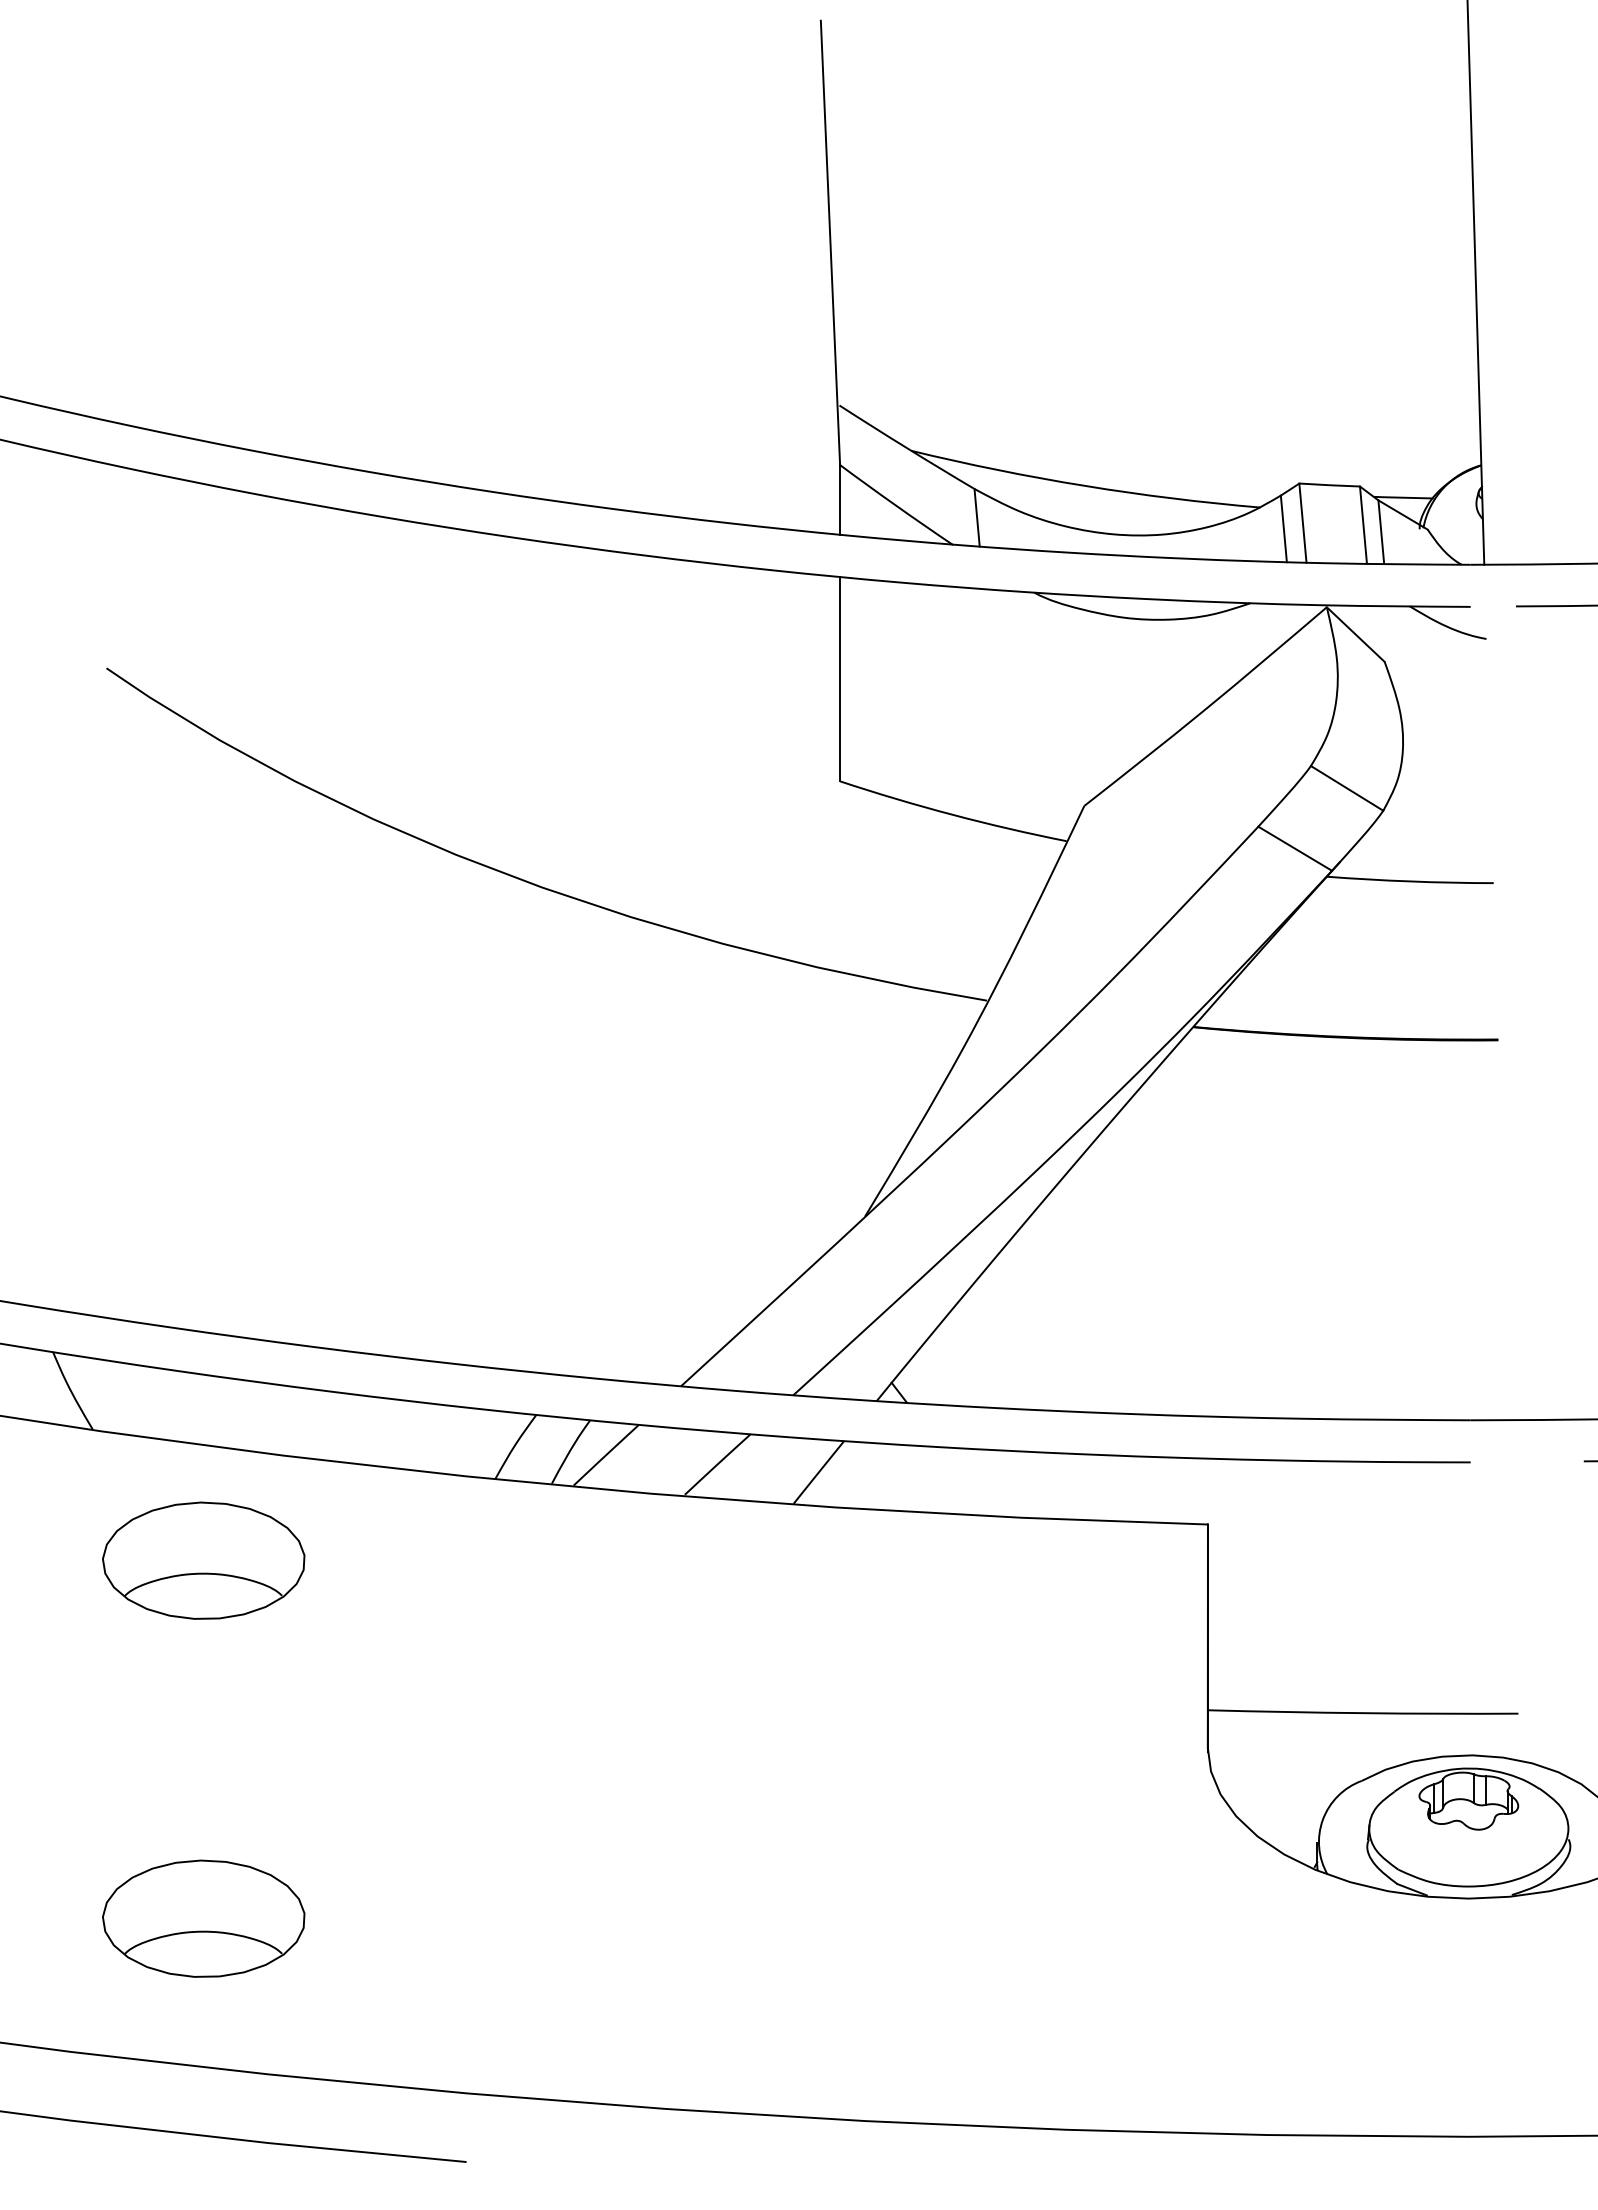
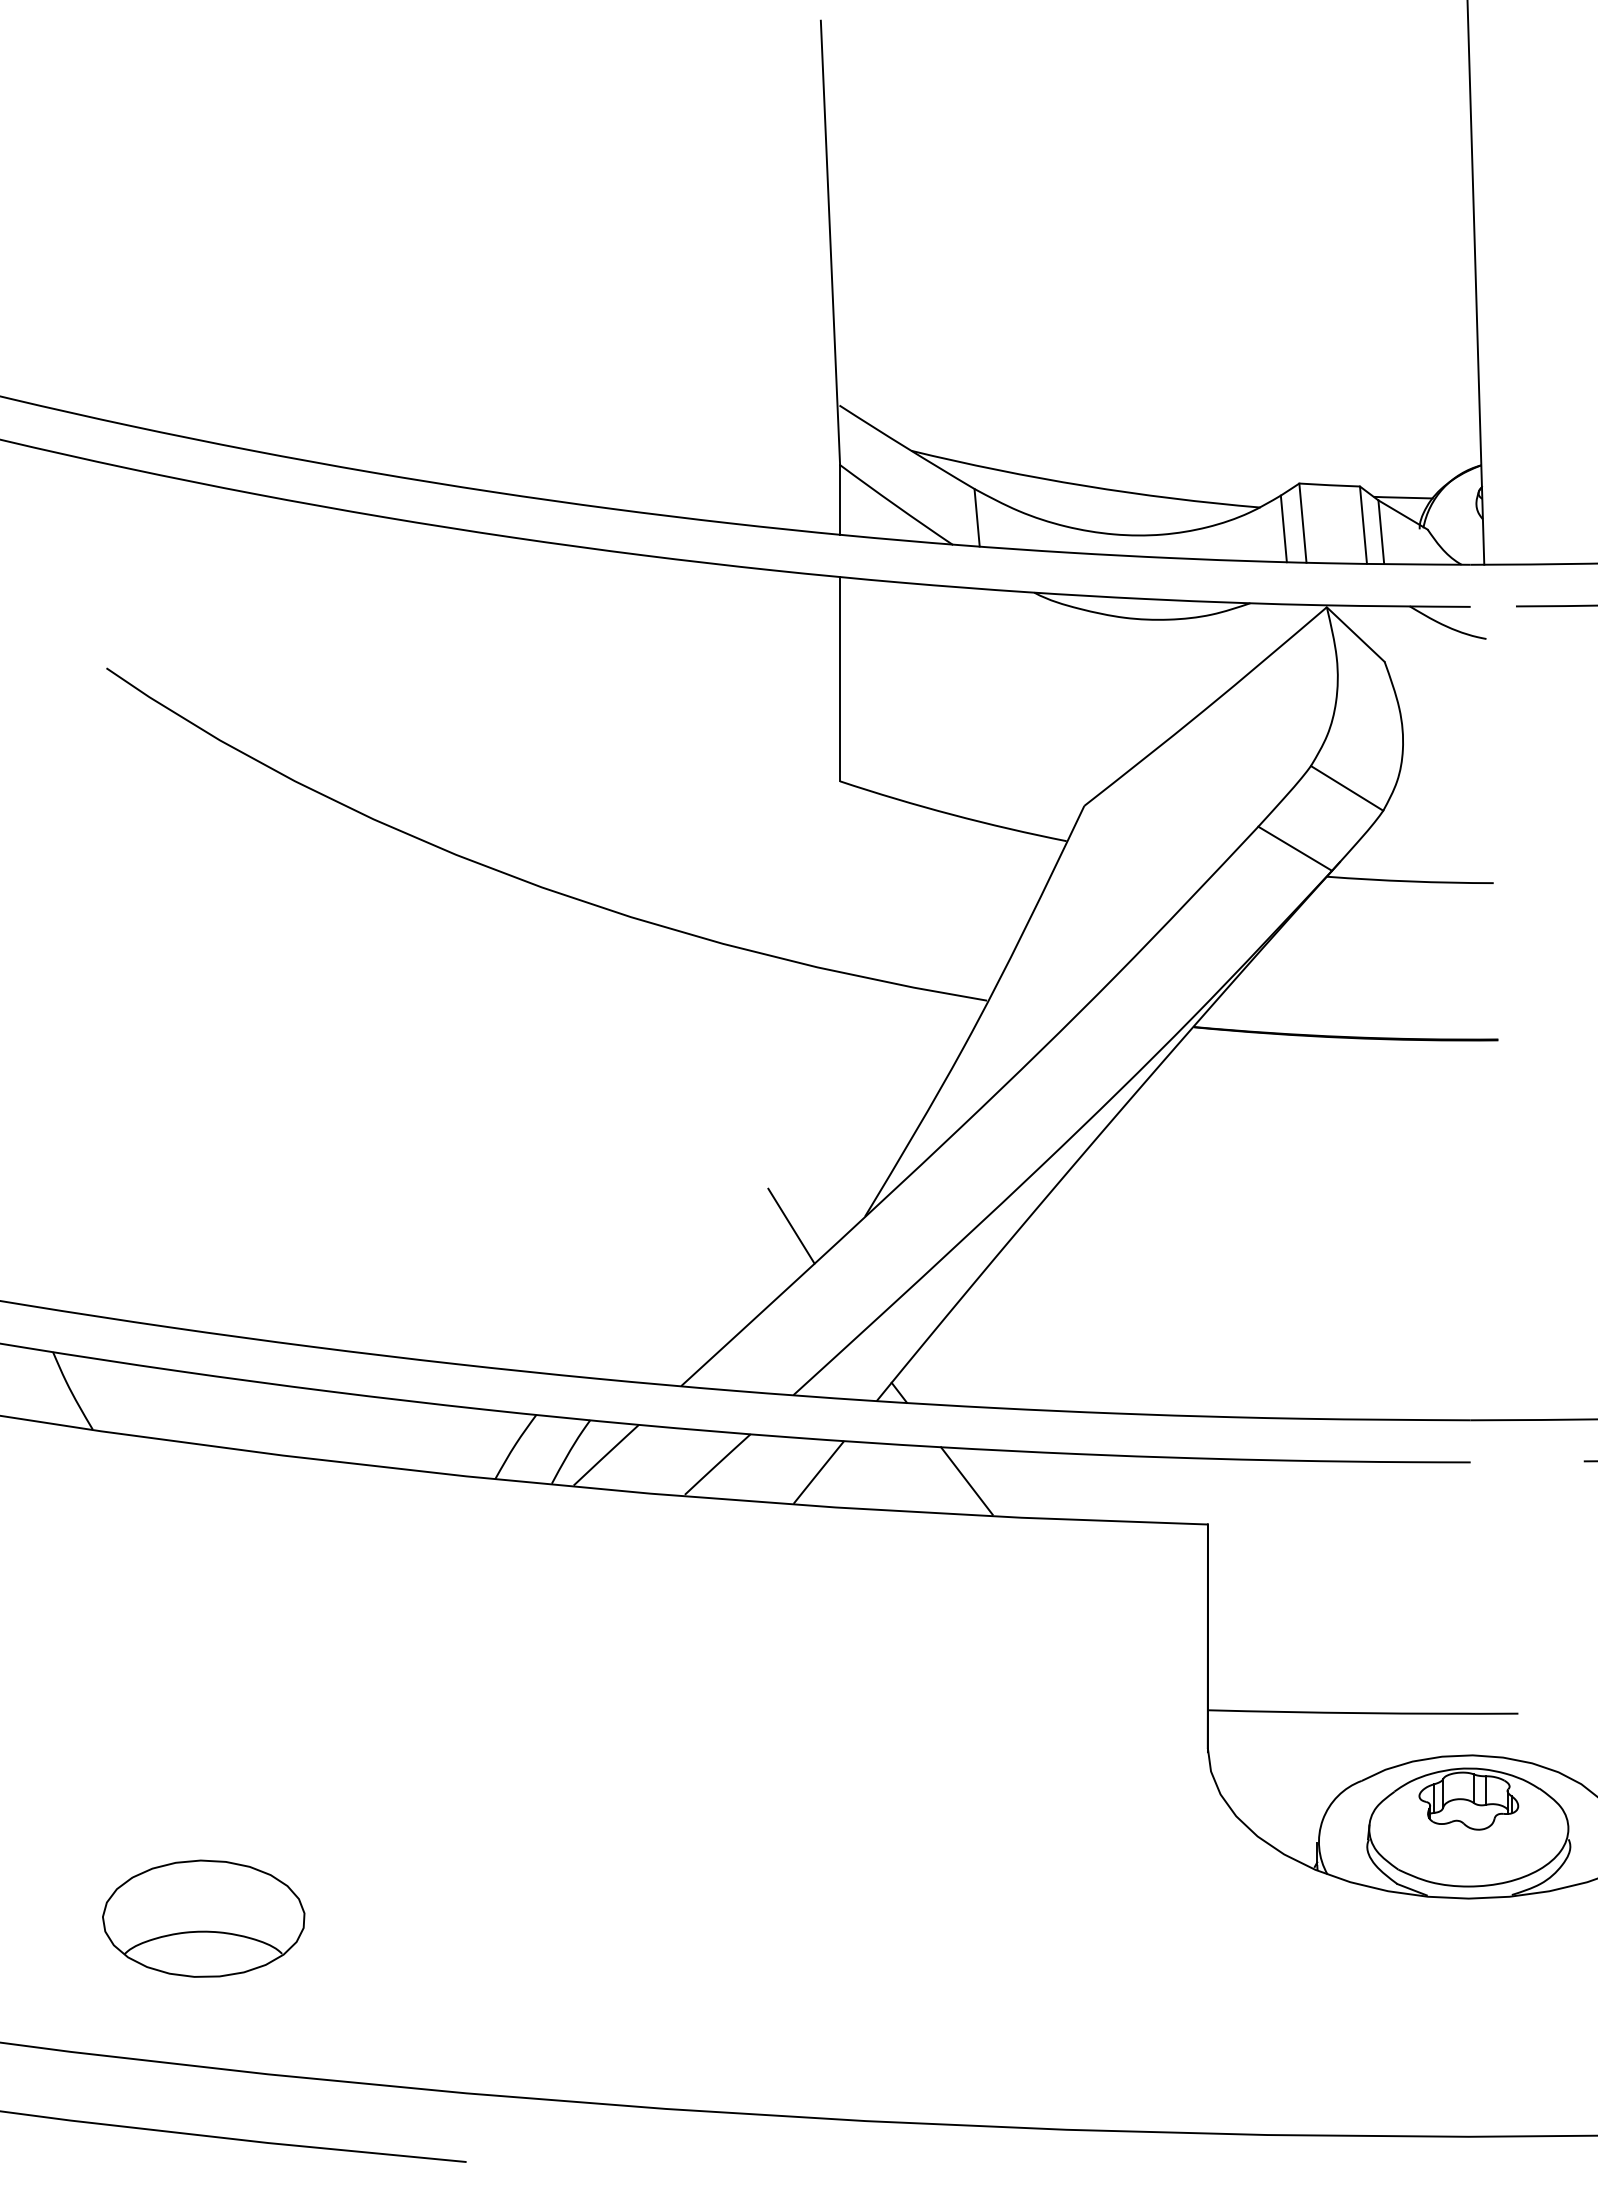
line at (791, 1225): none -> present
line at (966, 1480): none -> present
part at (203, 1560): present -> none
